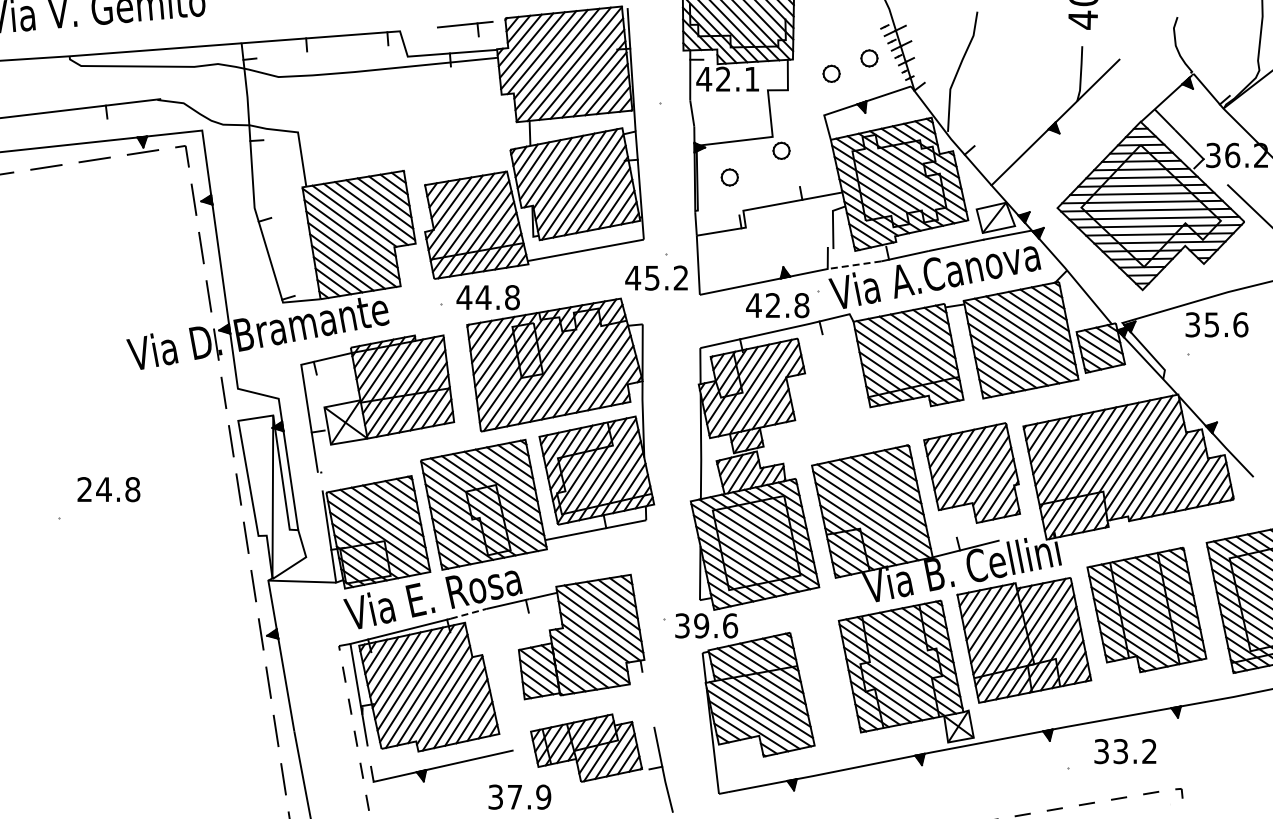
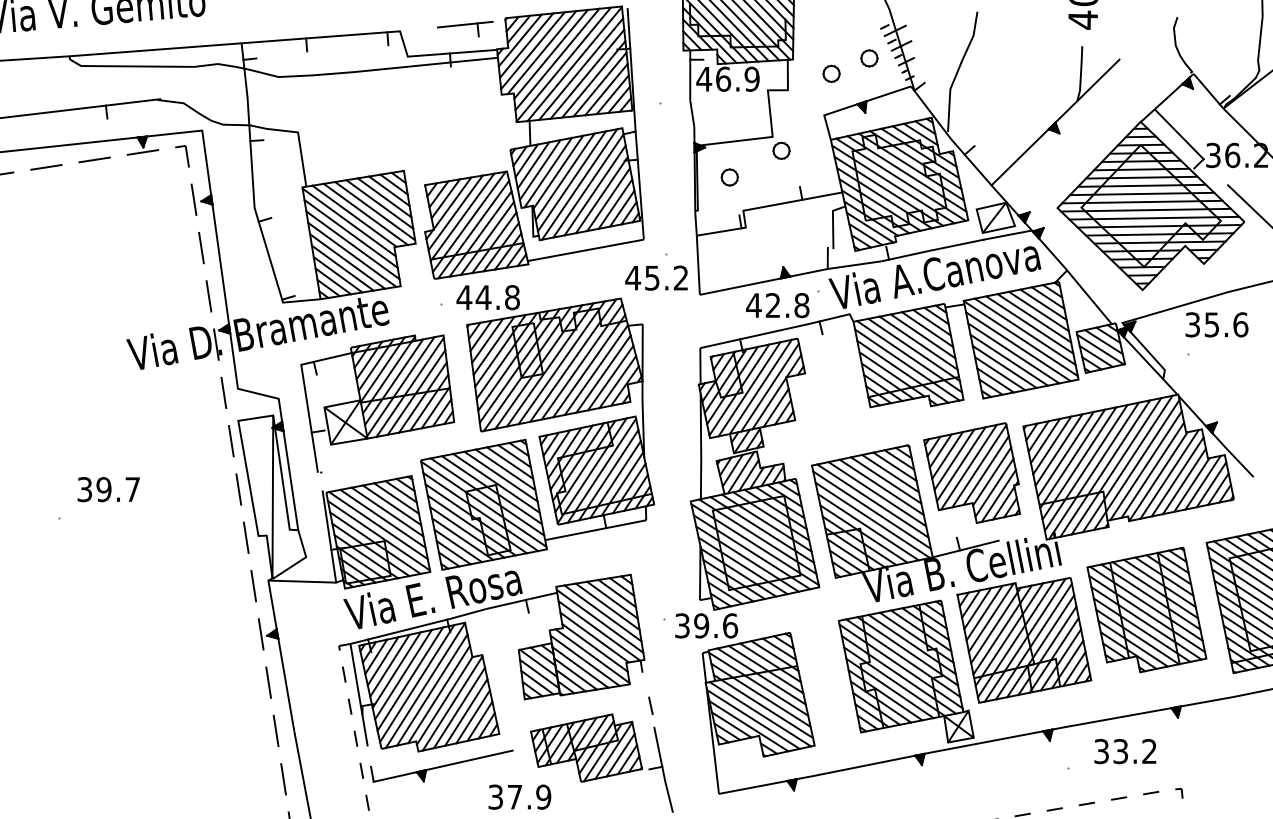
text at (737, 78): 42.1 -> 46.9
line at (854, 265): dashed -> solid
text at (108, 489): 24.8 -> 39.7
line at (469, 613): dashed -> solid
line at (650, 705): none -> present
